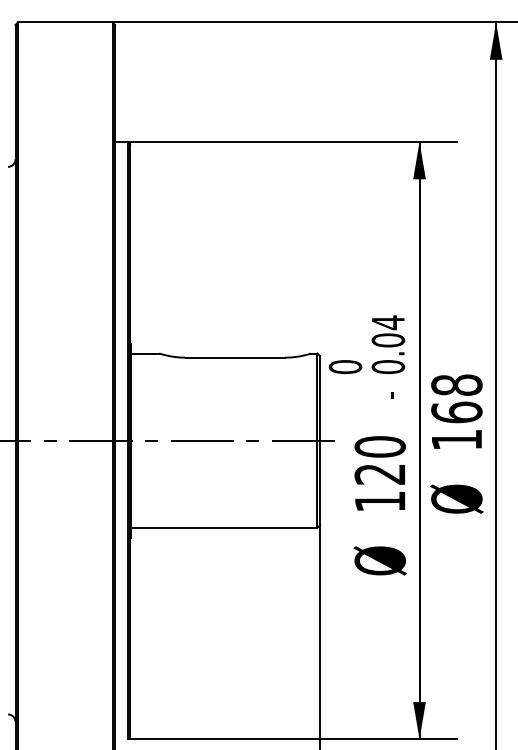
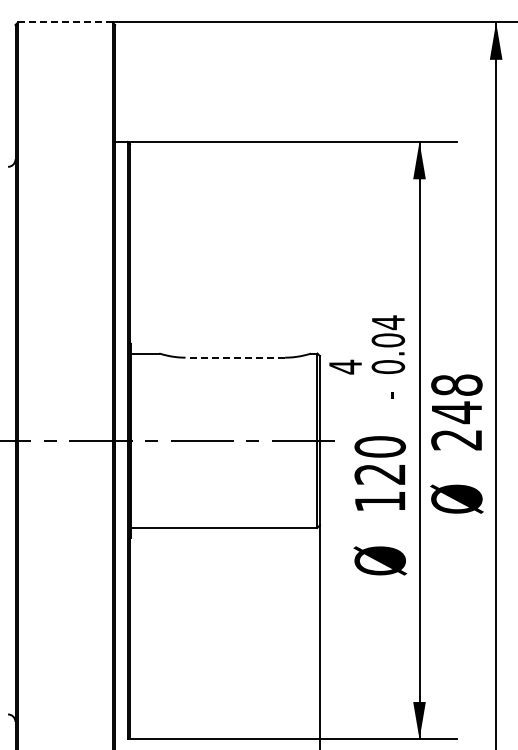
line at (64, 22): solid -> dashed
line at (235, 357): solid -> dashed
text at (345, 366): 0 -> 4
text at (456, 425): 168 -> 248
